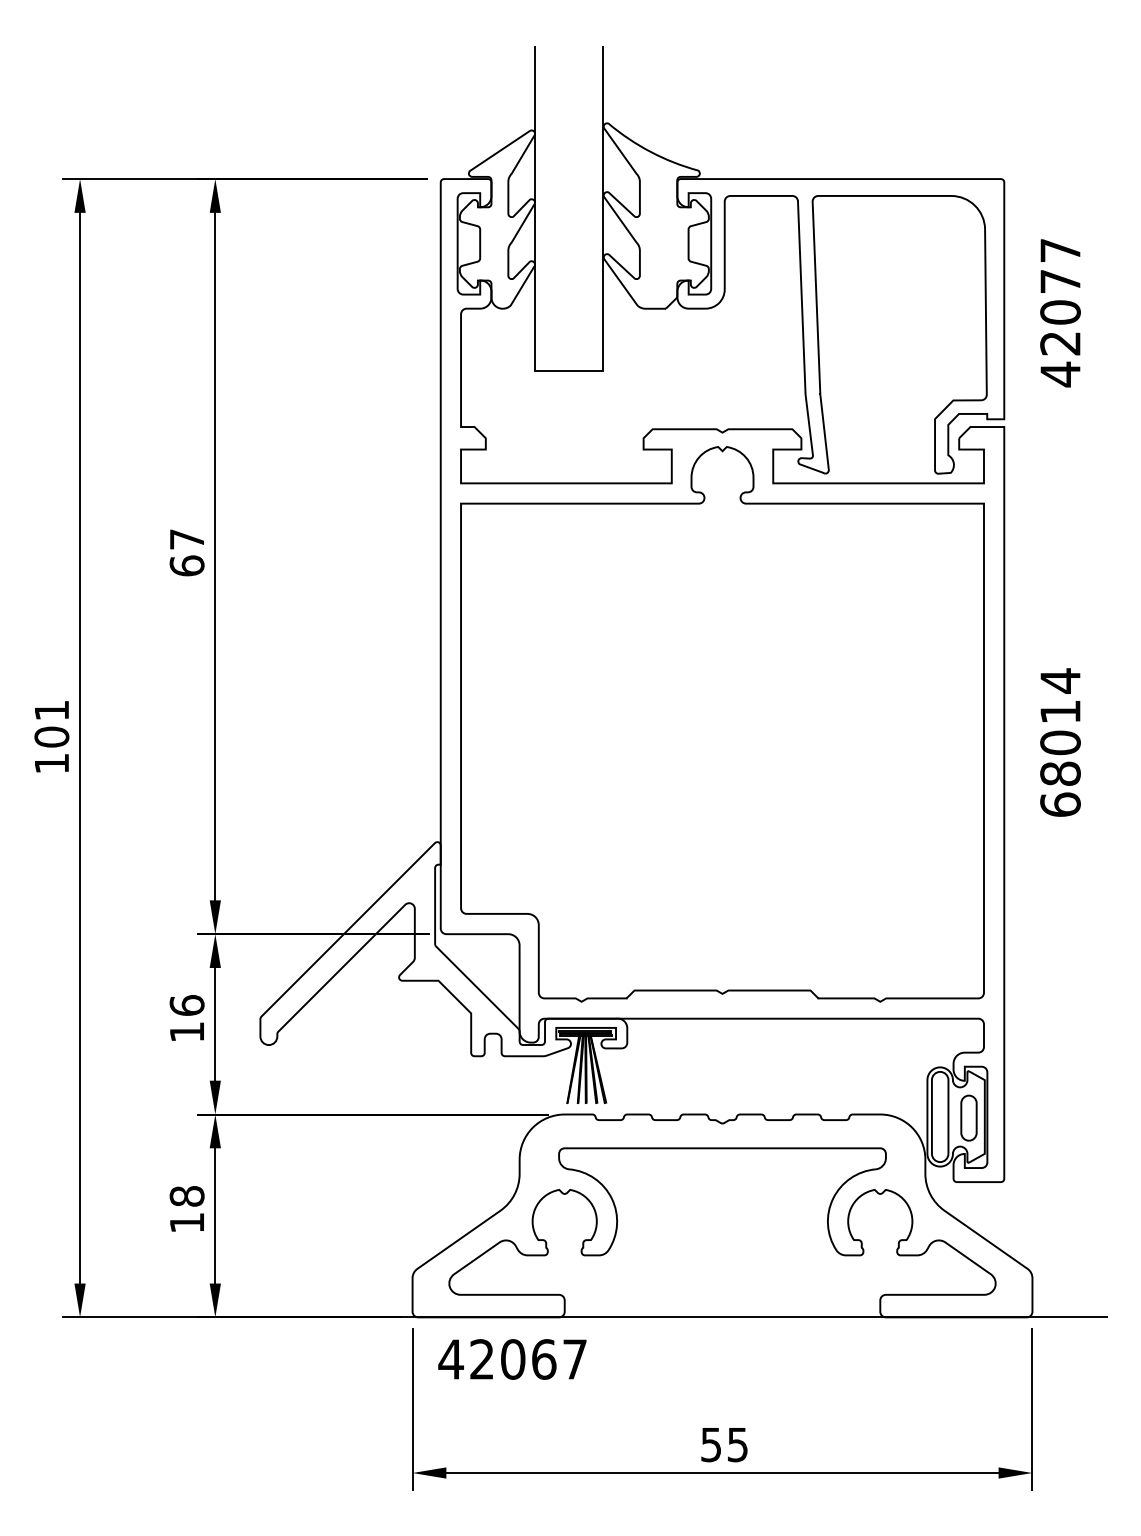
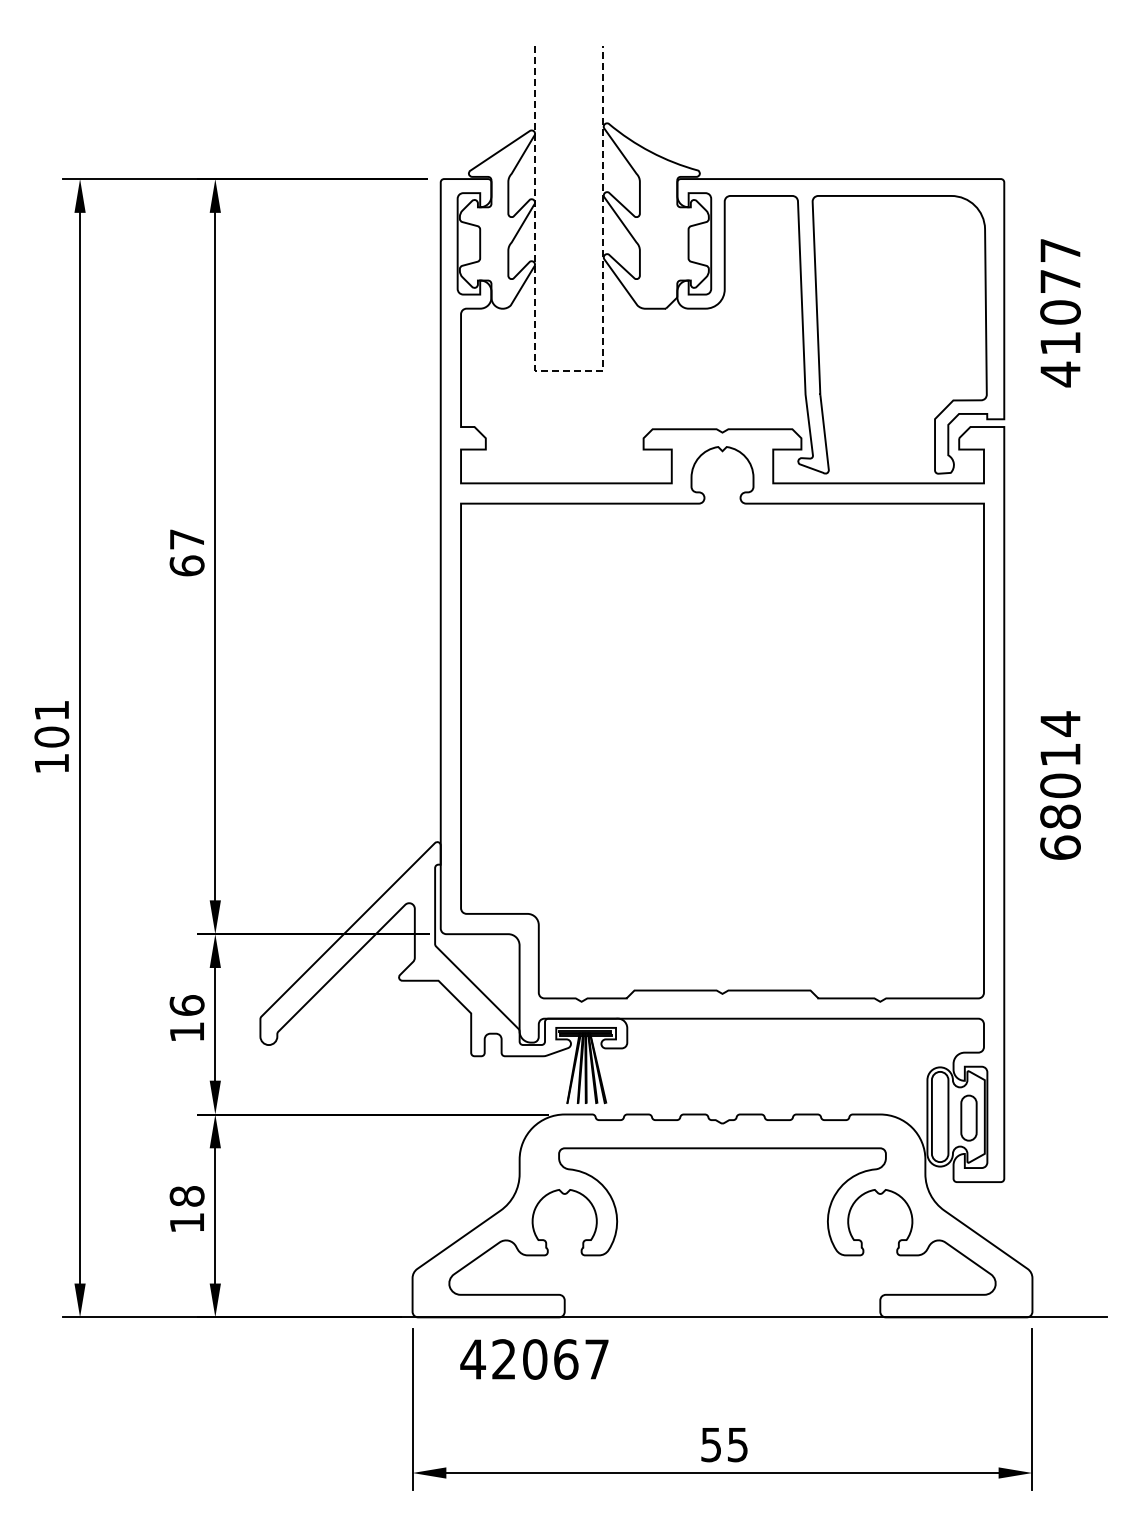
text at (1060, 343): 42077 -> 41077
line at (569, 370): solid -> dashed
text at (1060, 742) position: (1060, 742) -> (1060, 785)
text at (512, 1359) position: (512, 1359) -> (534, 1359)
